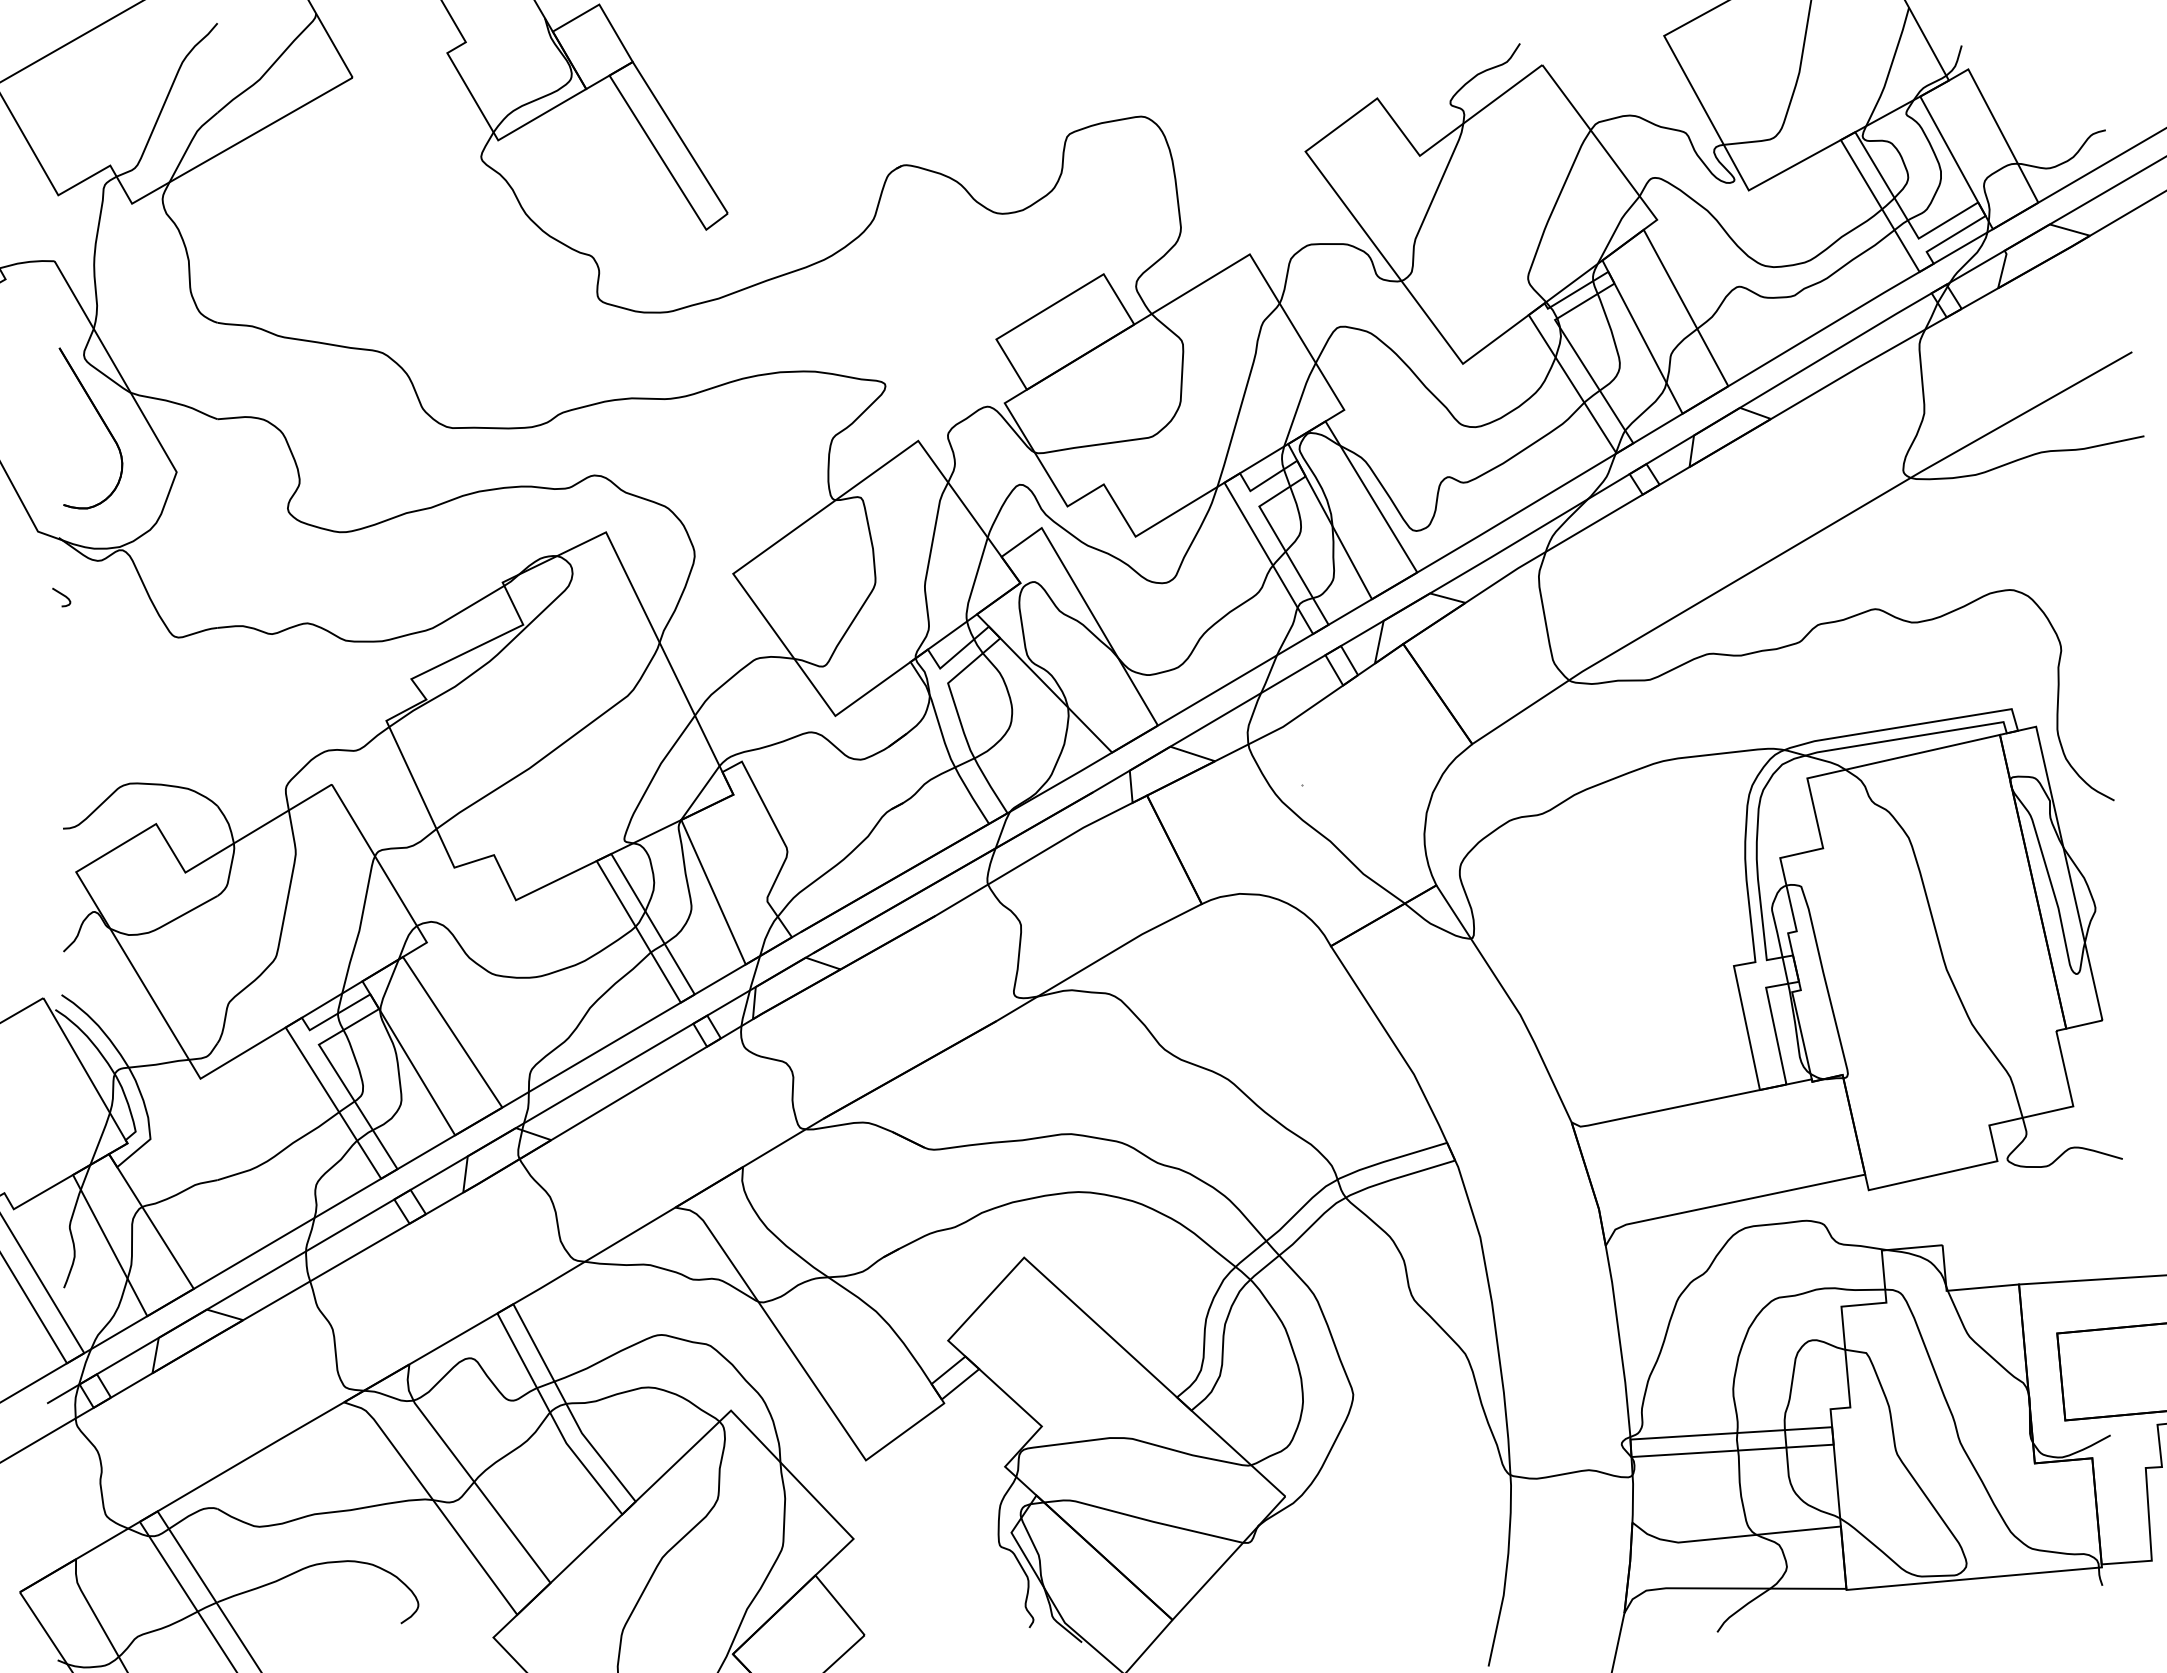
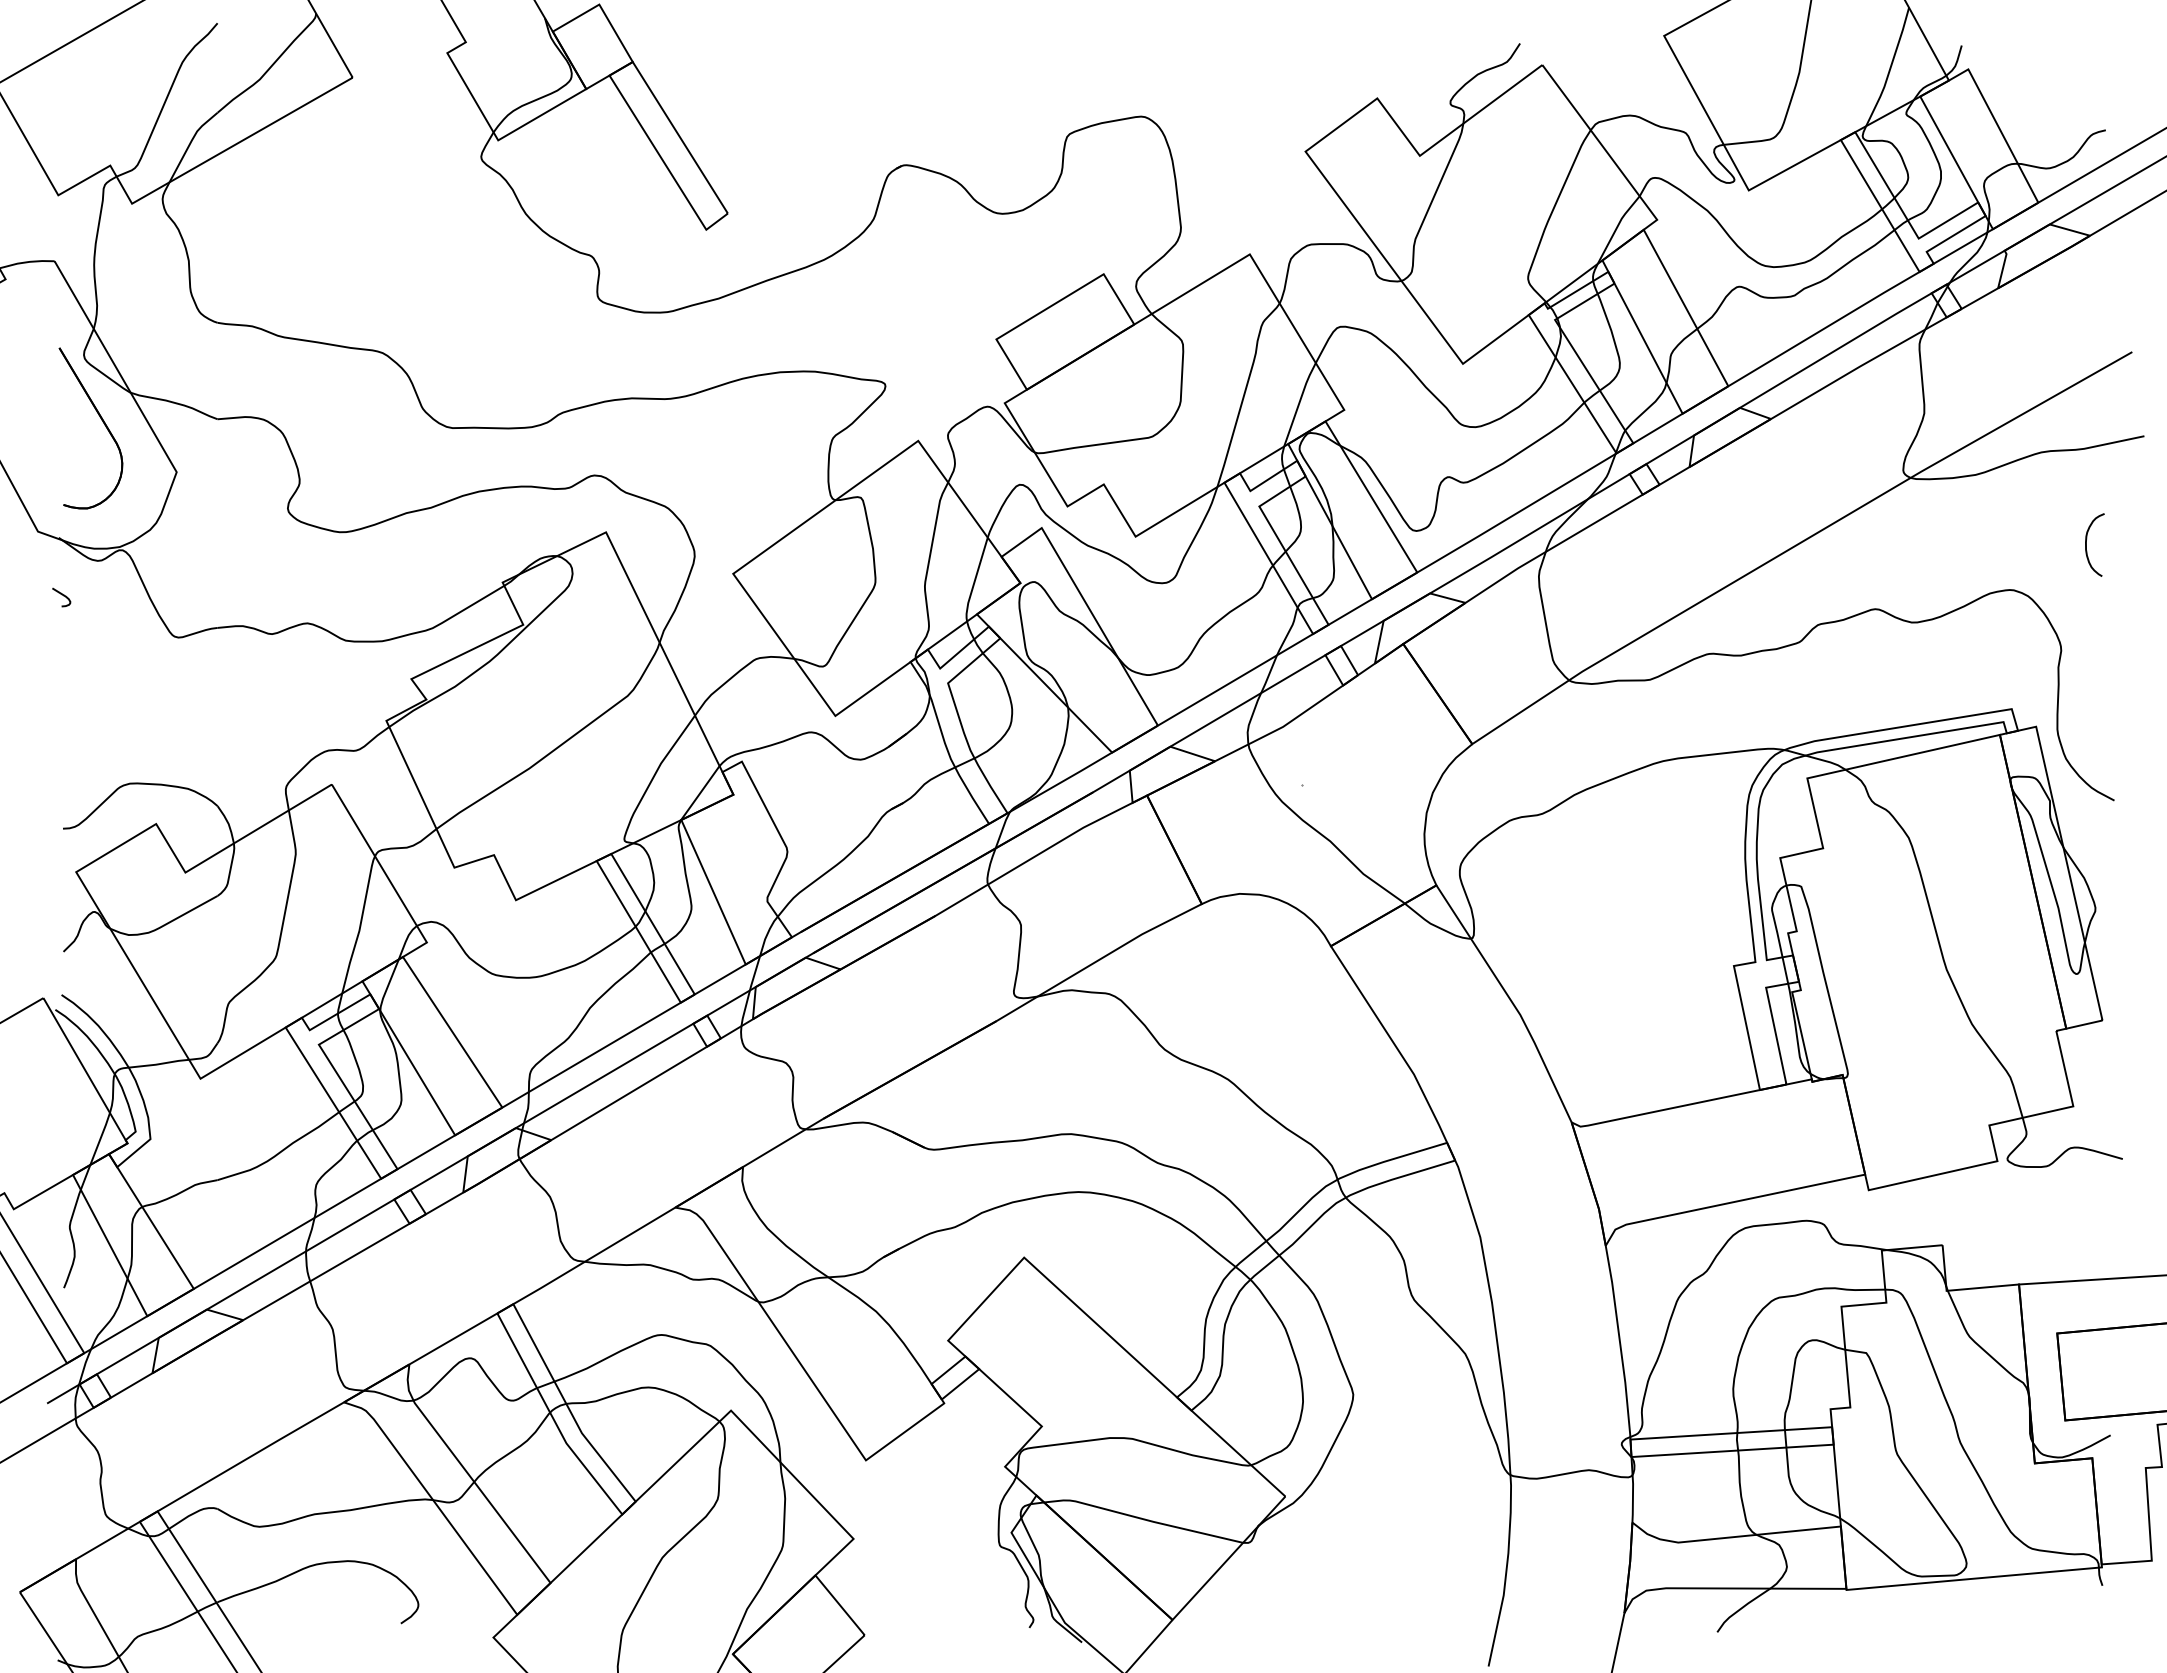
curve at (2086, 544): none -> present
